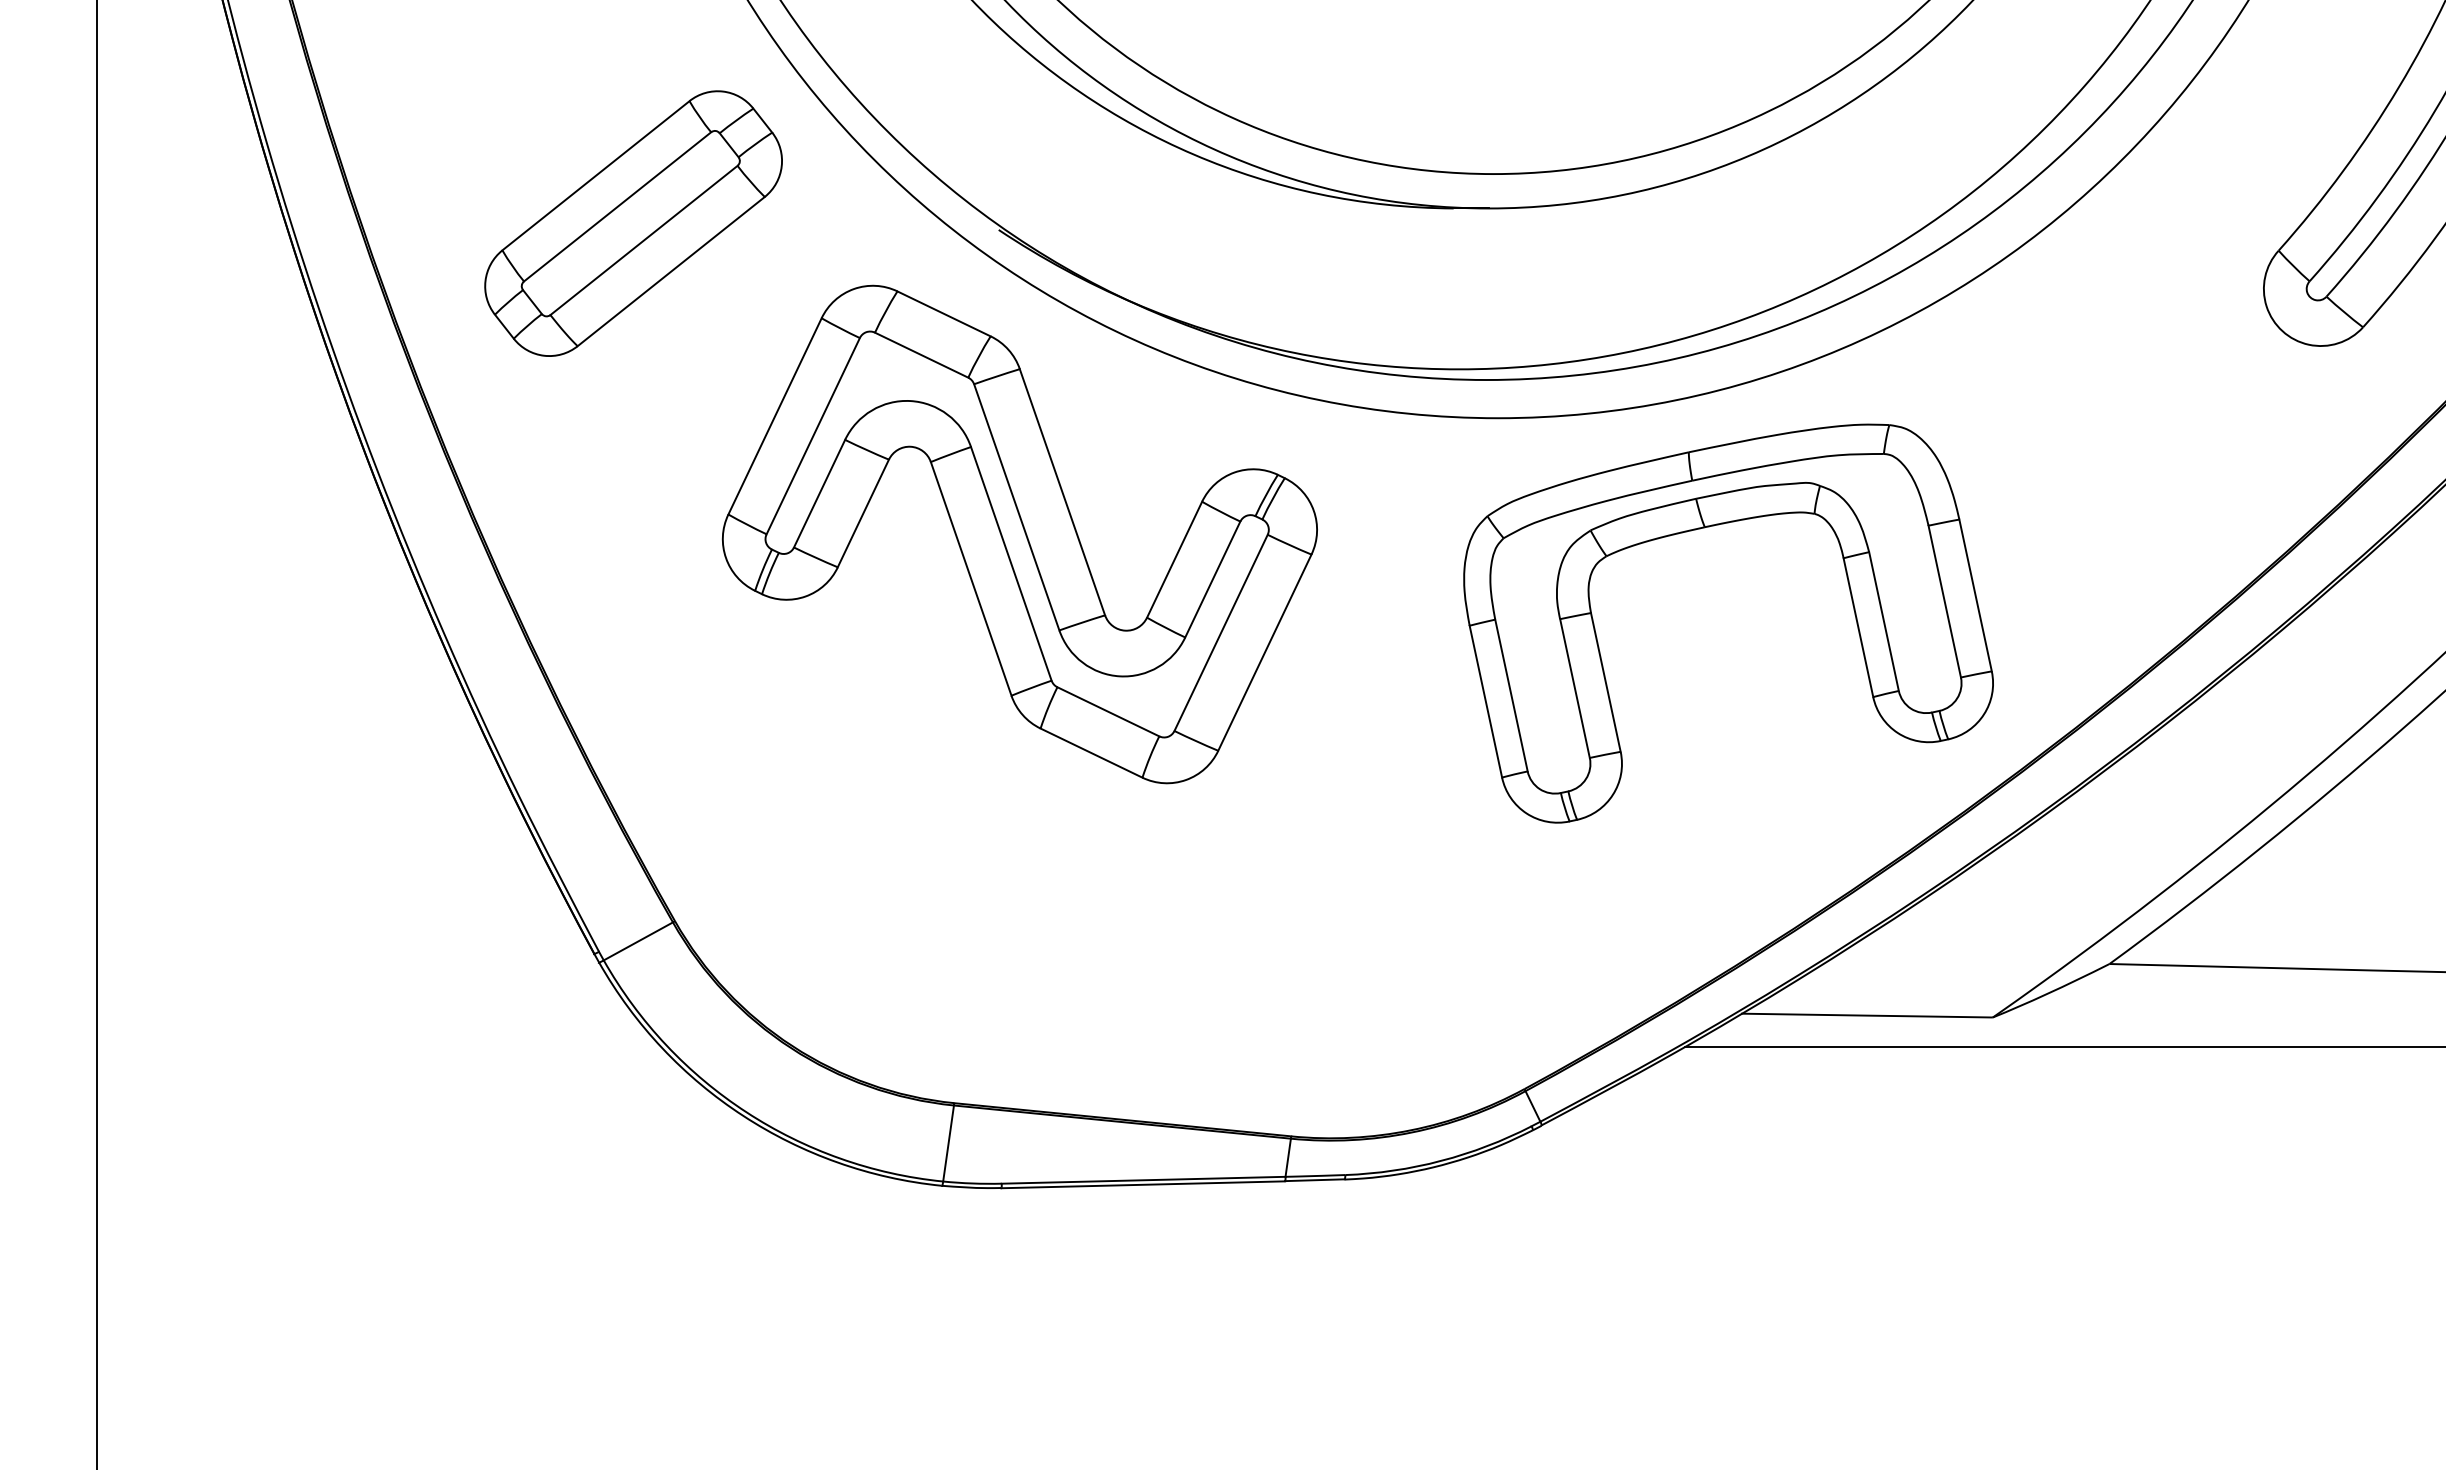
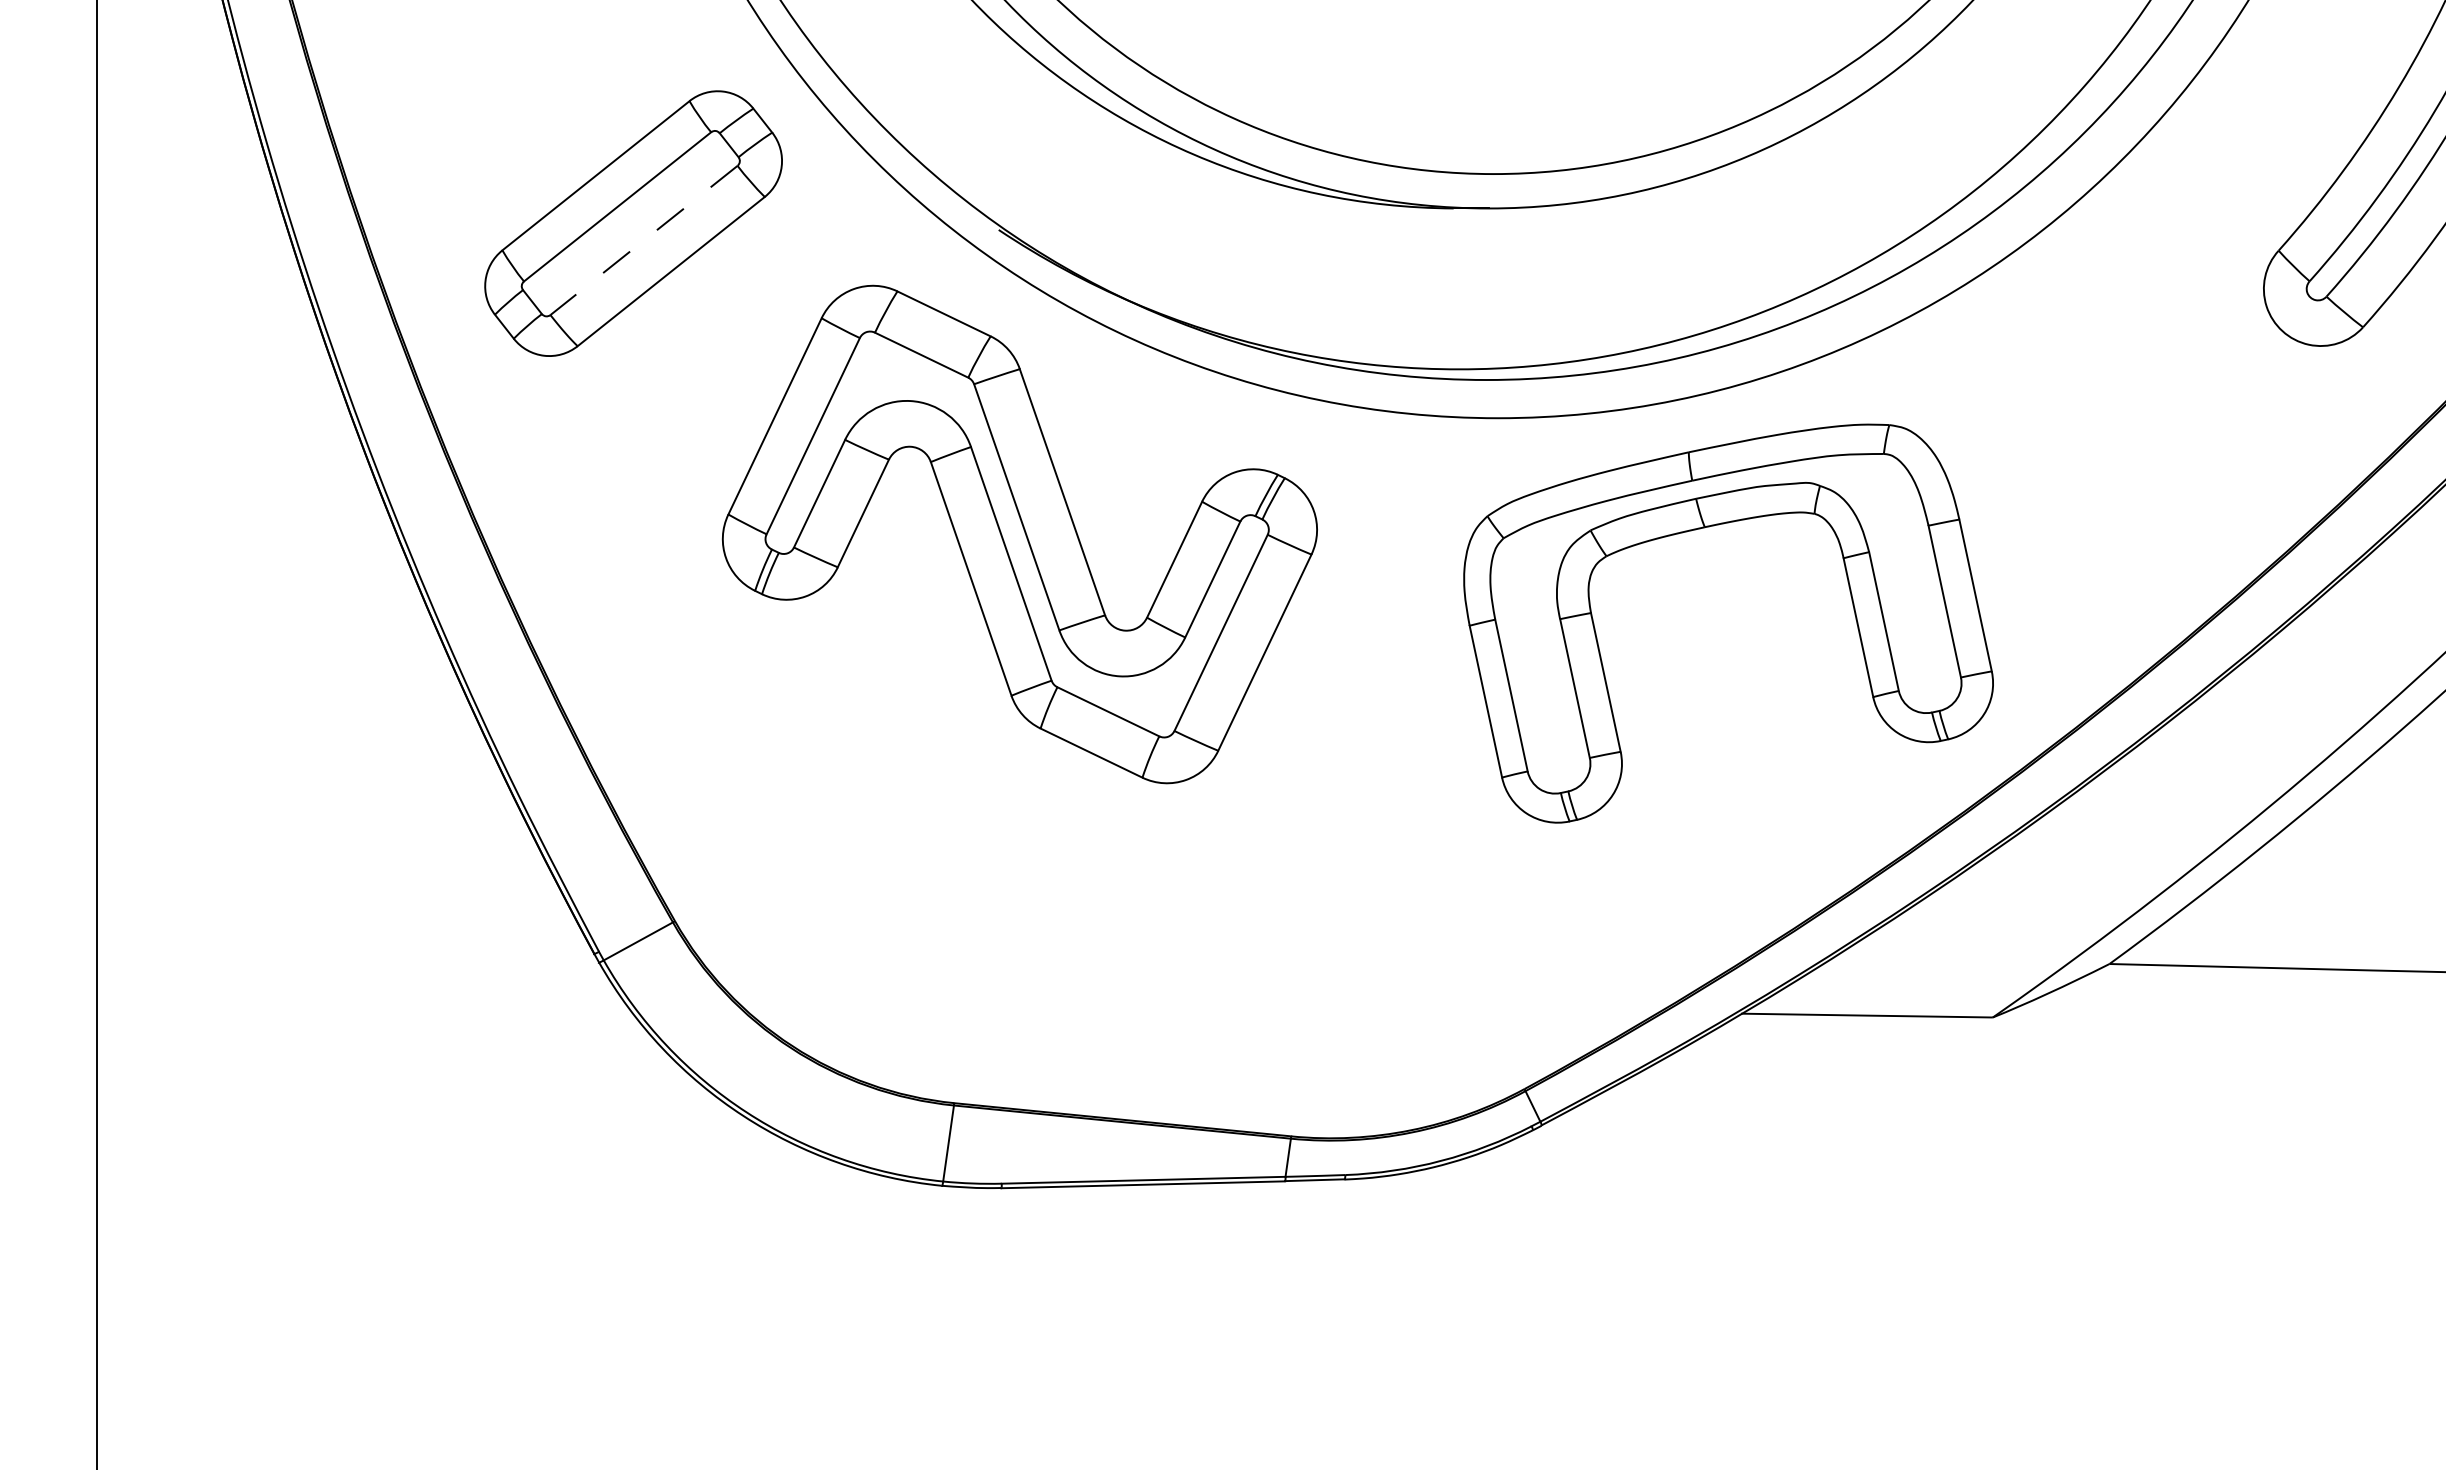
line at (644, 240): solid -> dashed
line at (2063, 1046): present -> none
